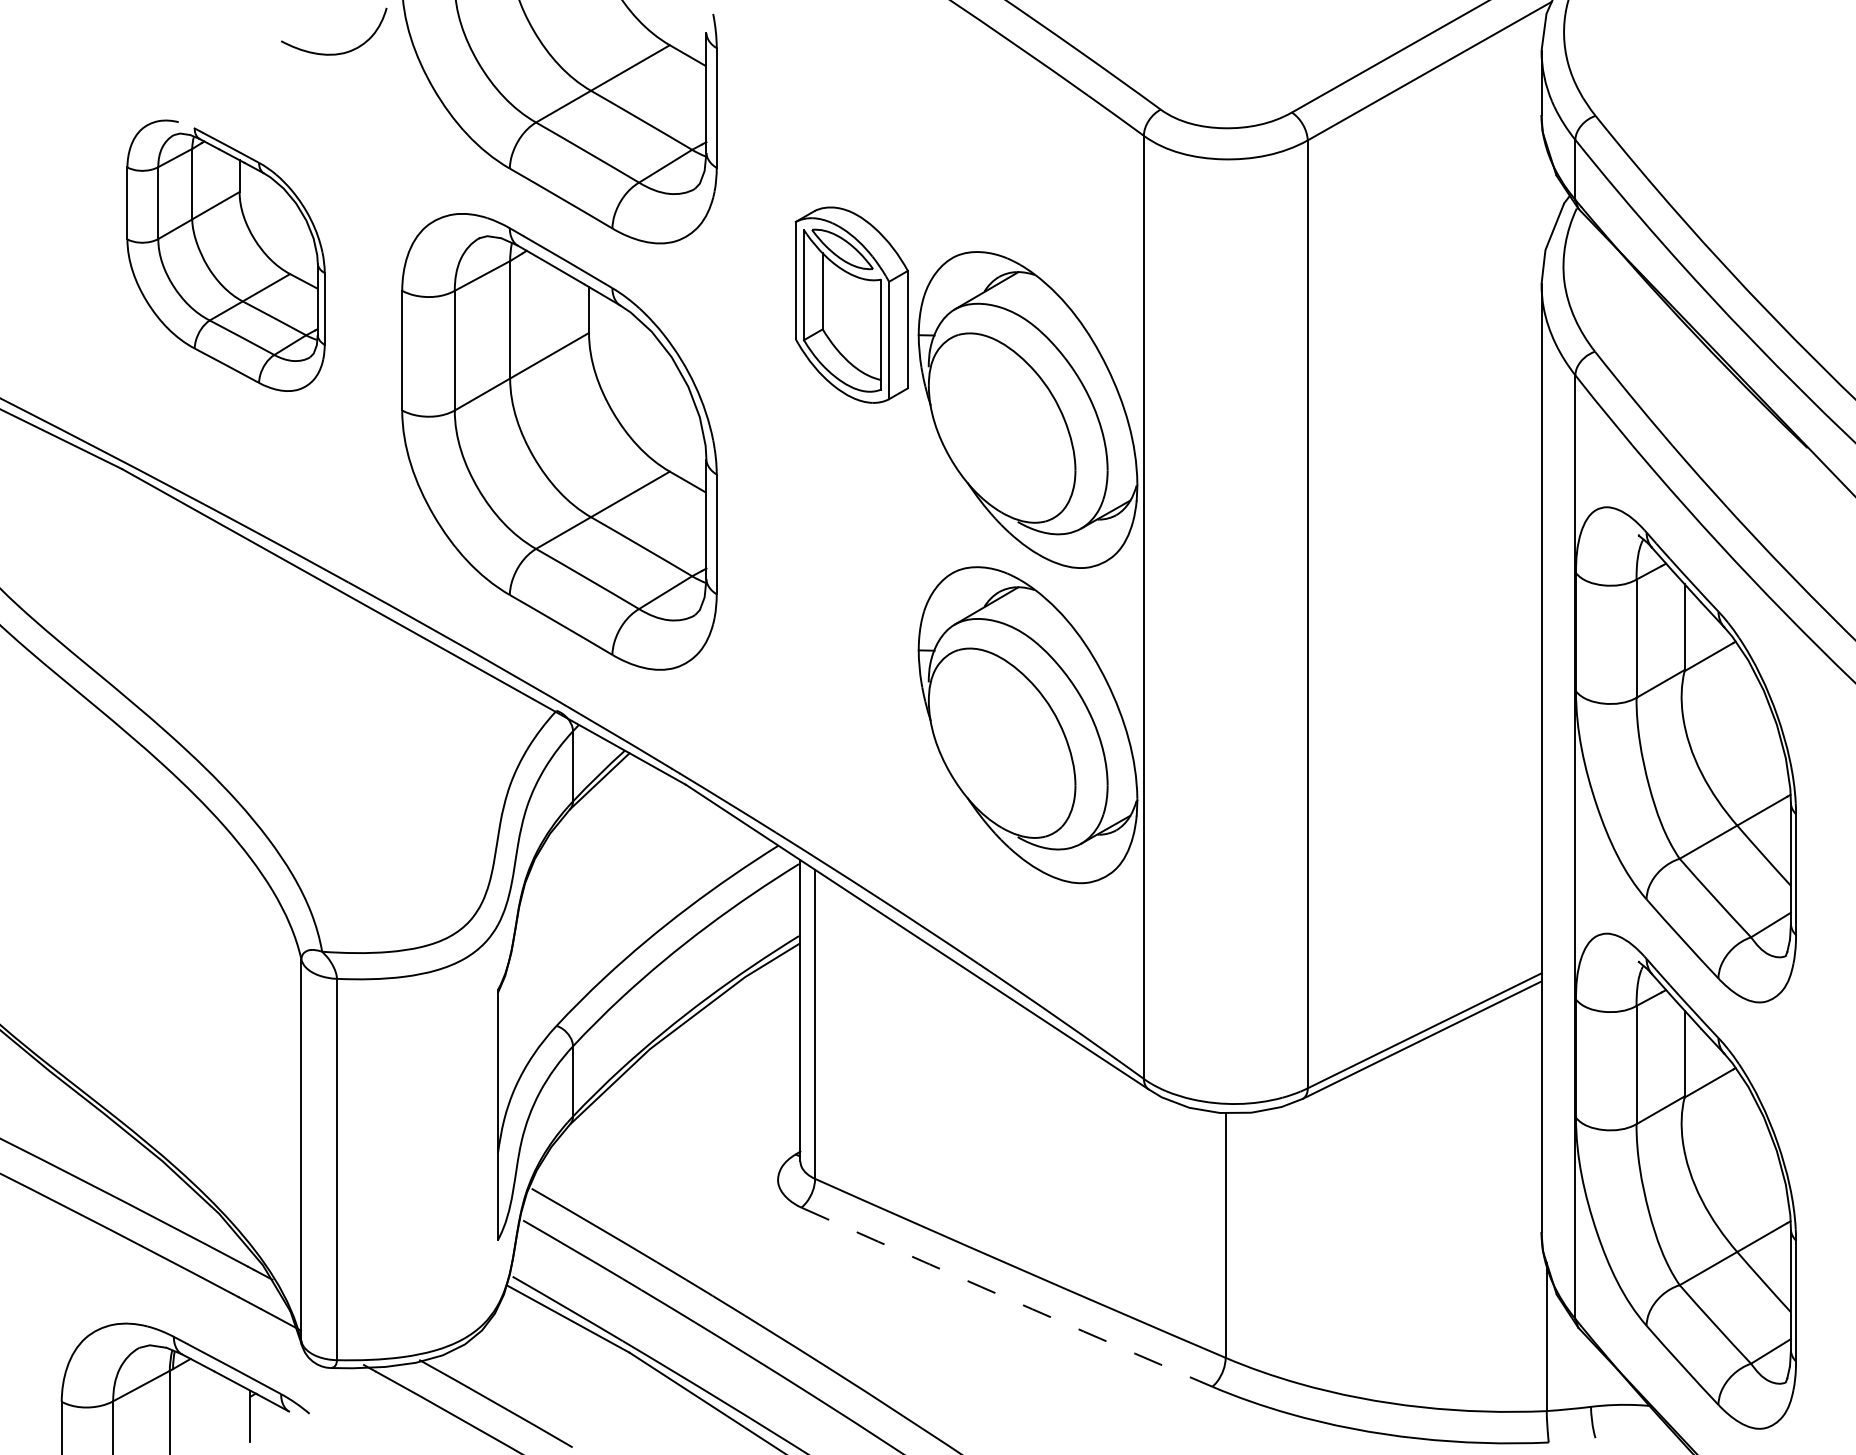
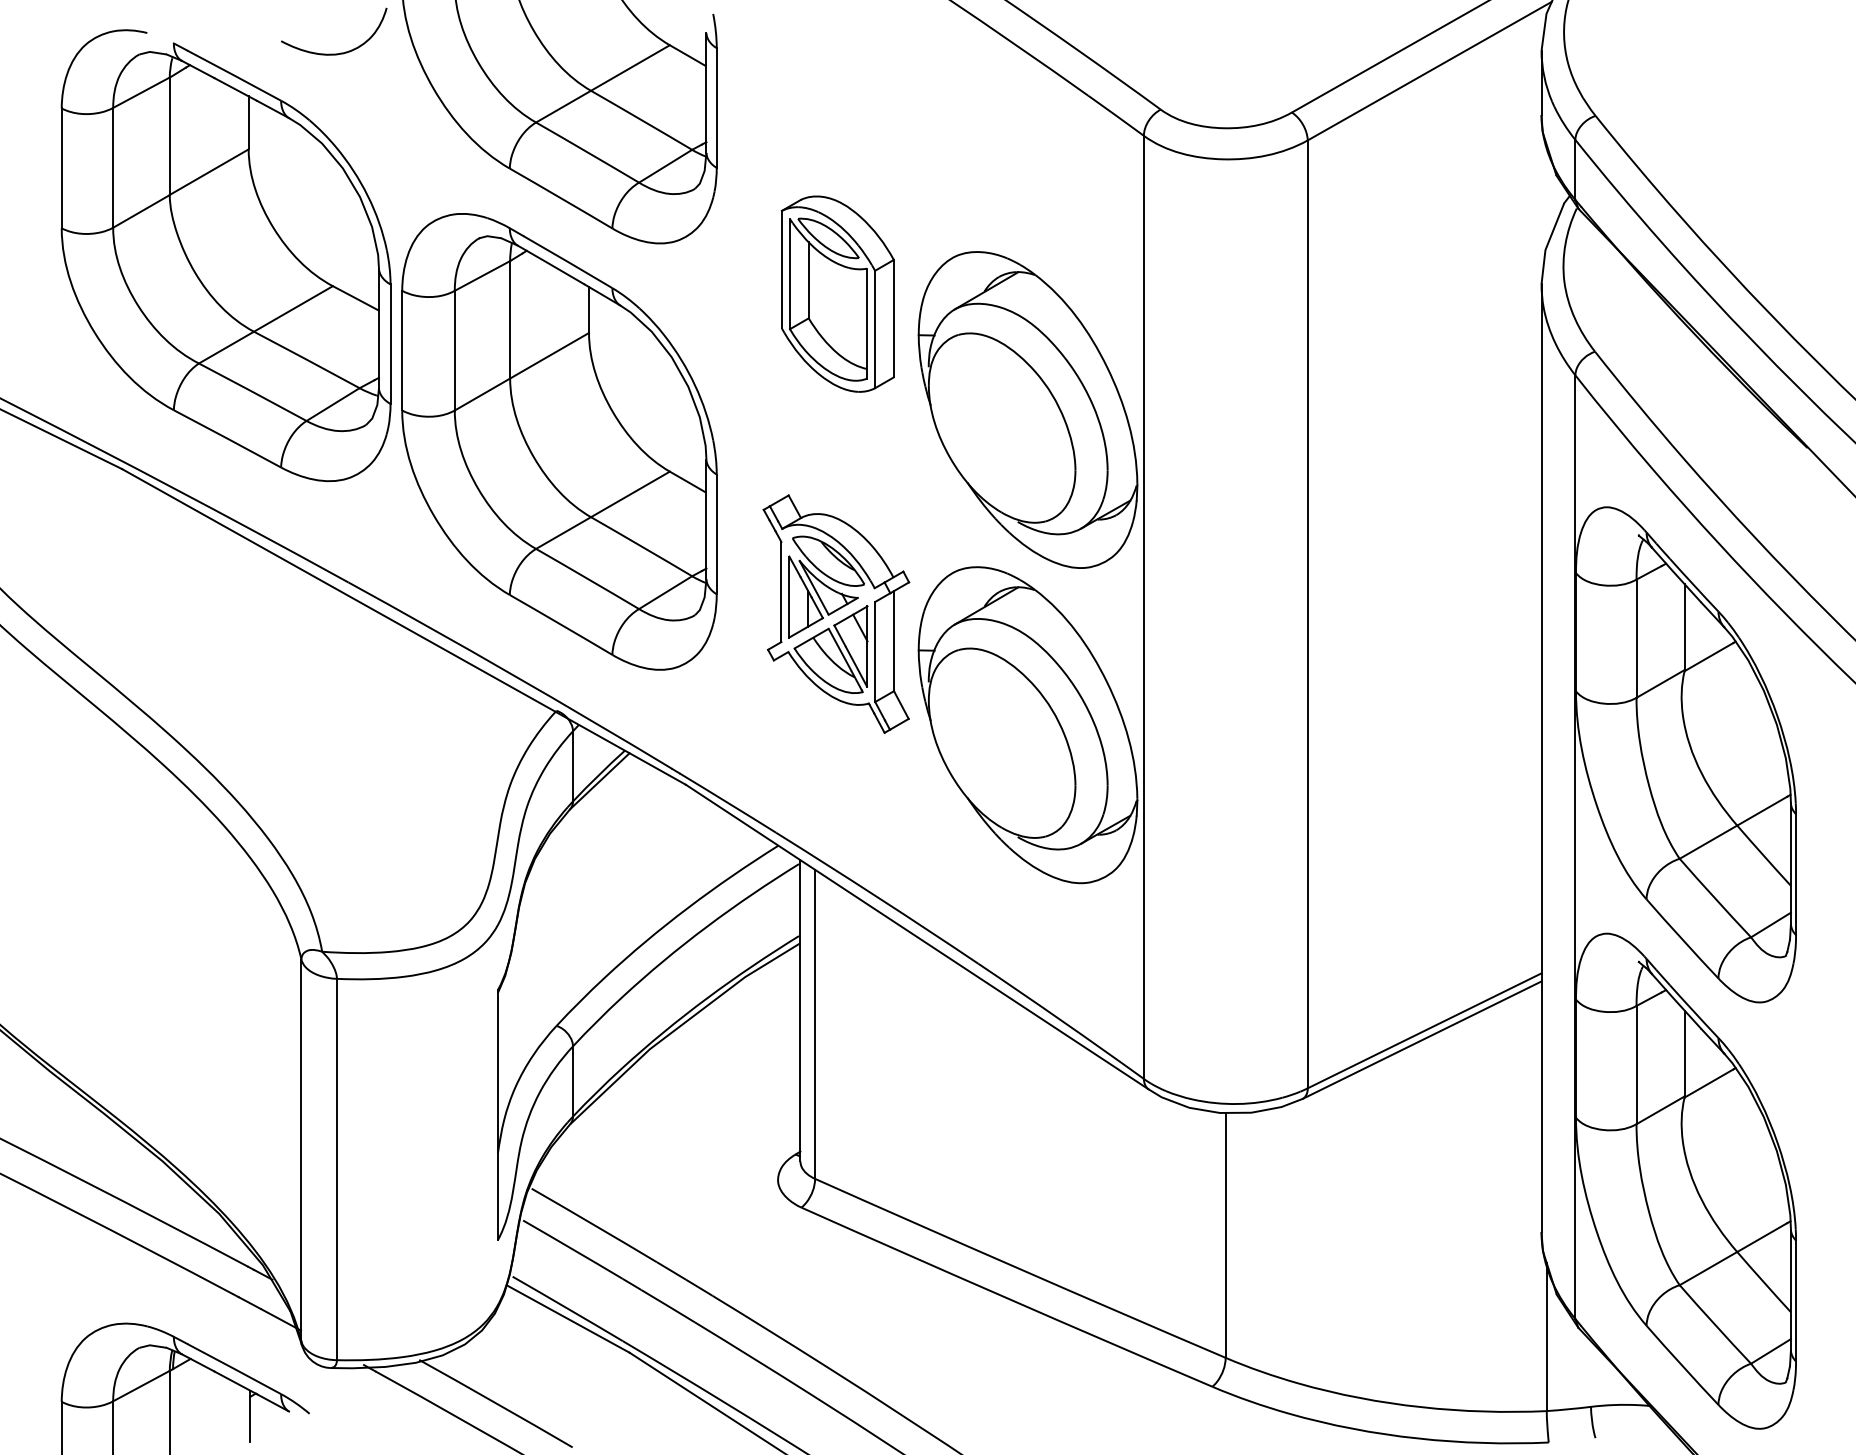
part at (225, 255) size: 200x273 px -> 332x454 px
part at (851, 304) position: (851, 304) -> (837, 293)
part at (836, 613): none -> present
arc at (1006, 1298): dashed -> solid
